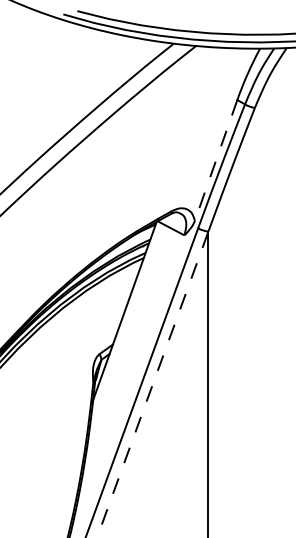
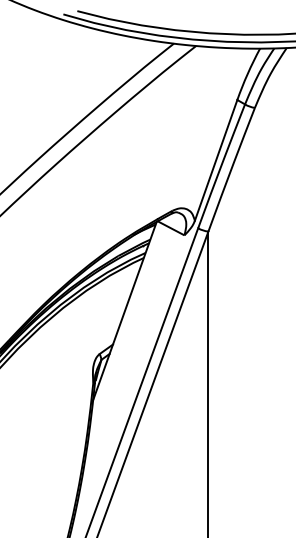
line at (215, 160): dashed -> solid
line at (152, 384): dashed -> solid
